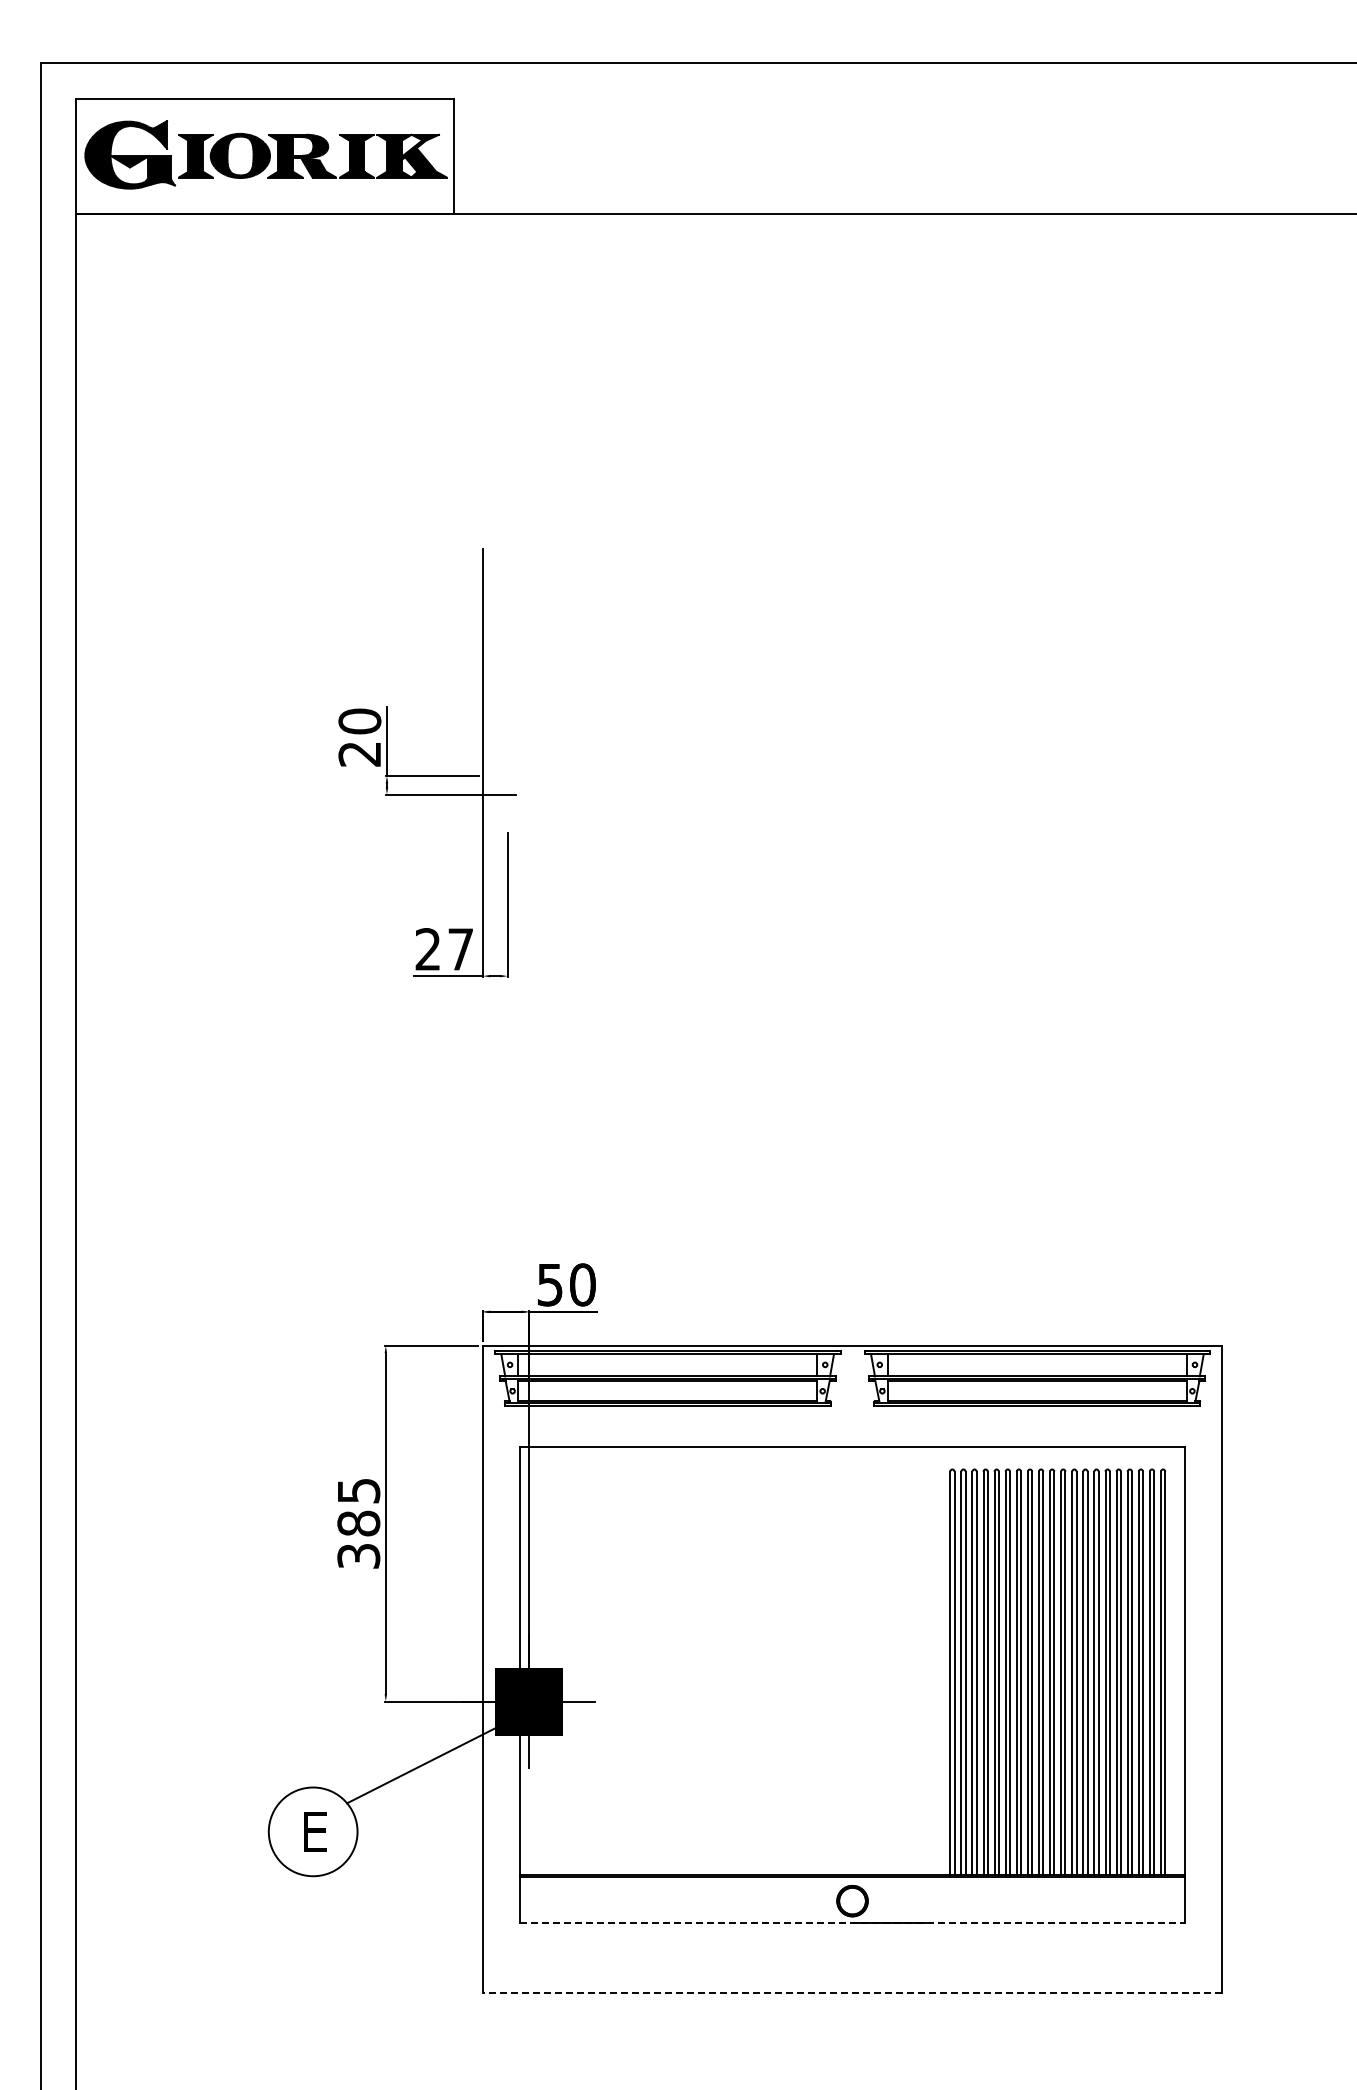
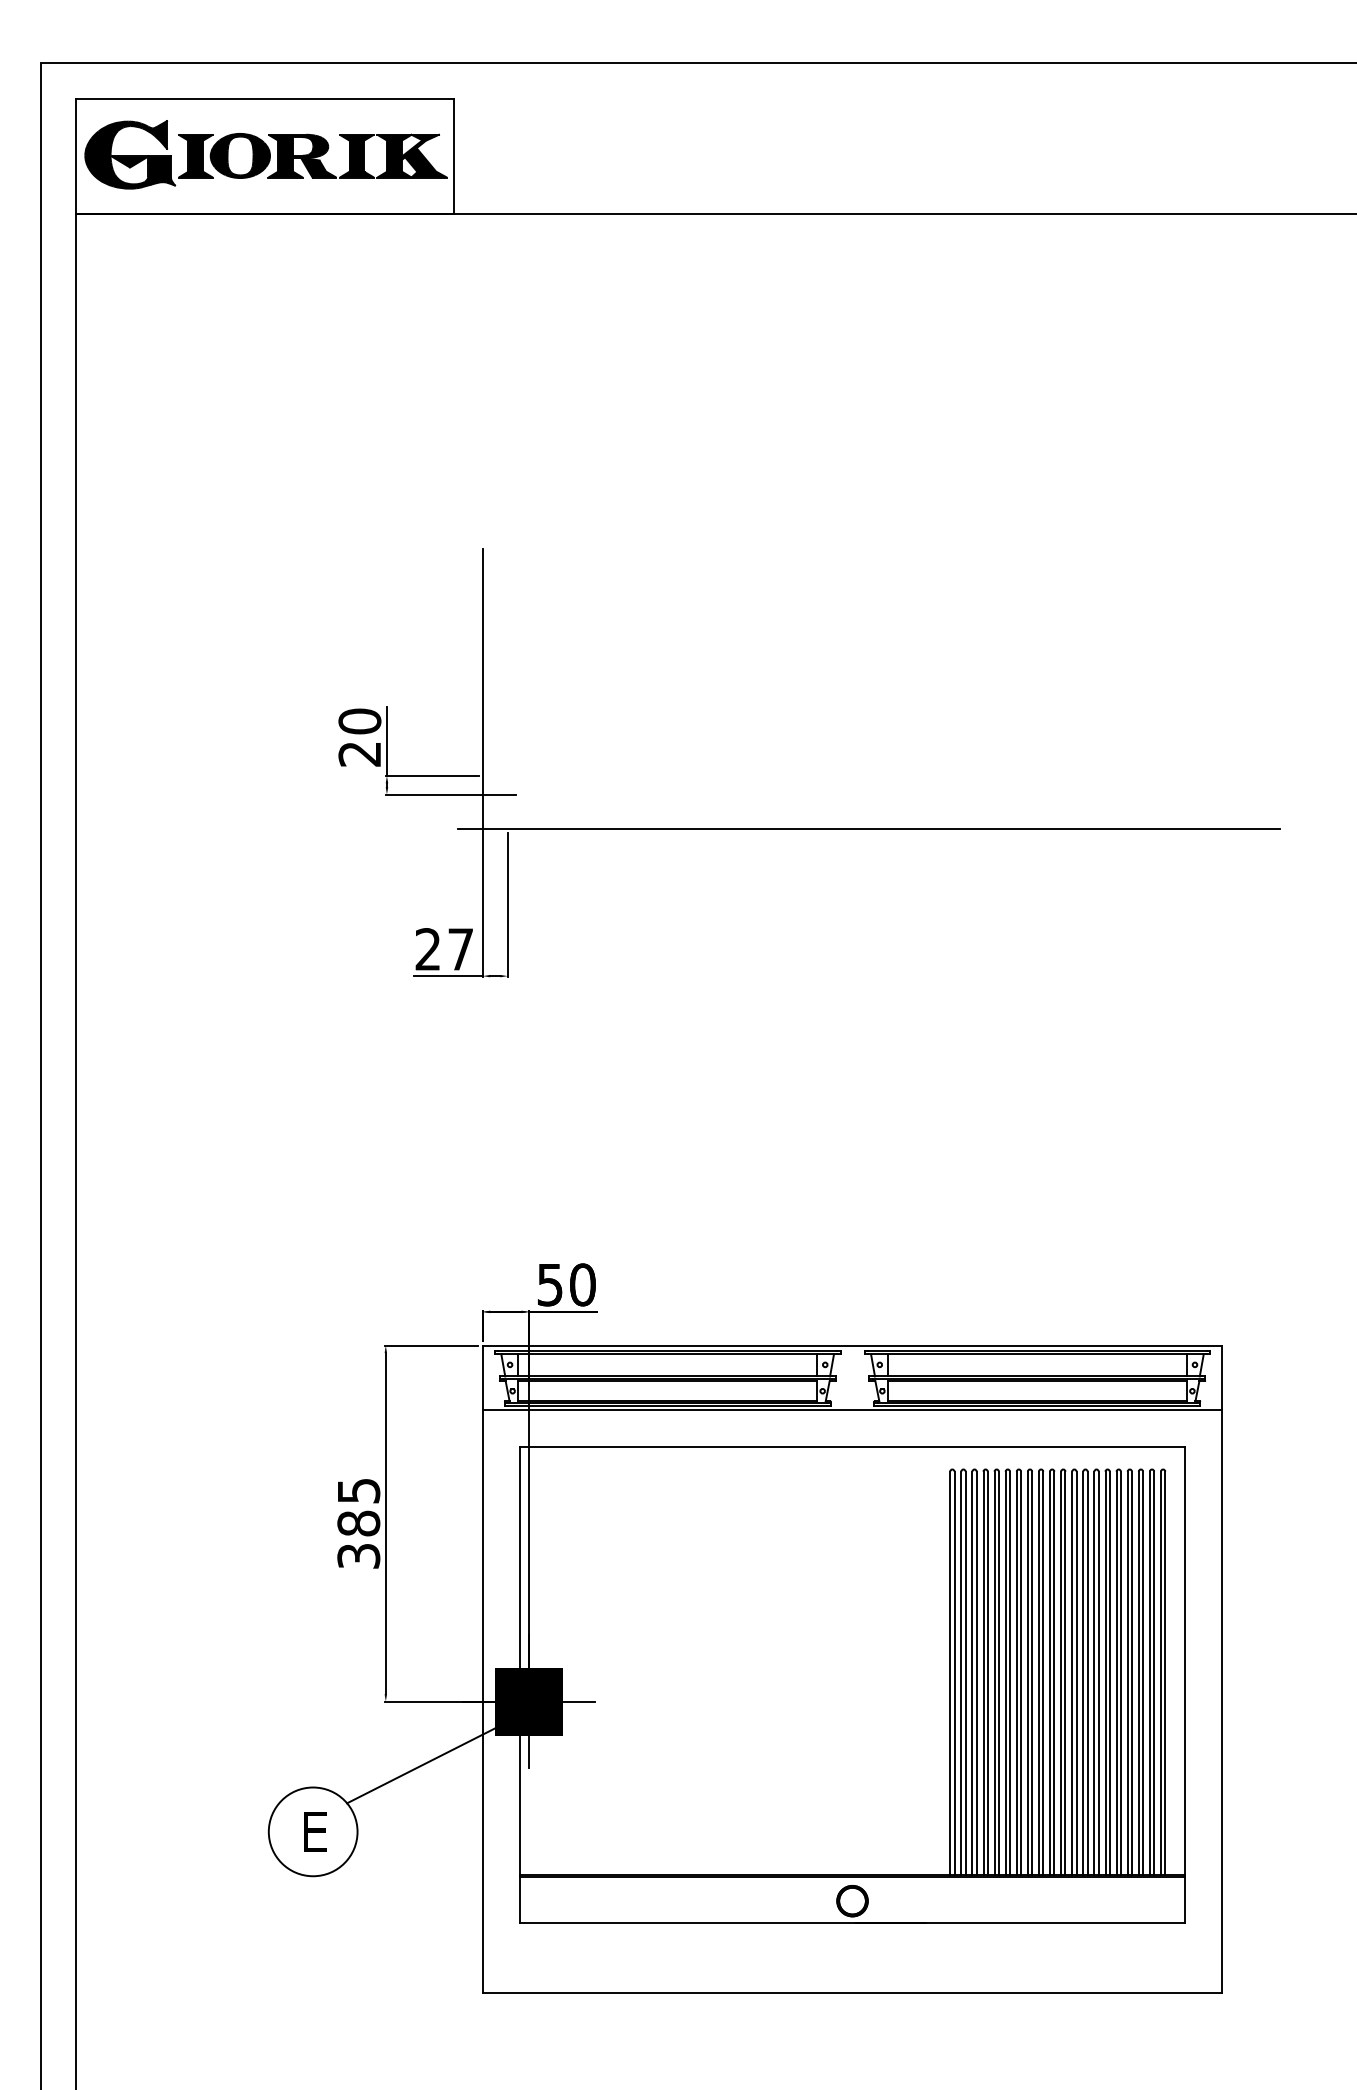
line at (868, 828): none -> present
line at (852, 1410): none -> present
line at (852, 1923): dashed -> solid
line at (852, 1992): dashed -> solid
